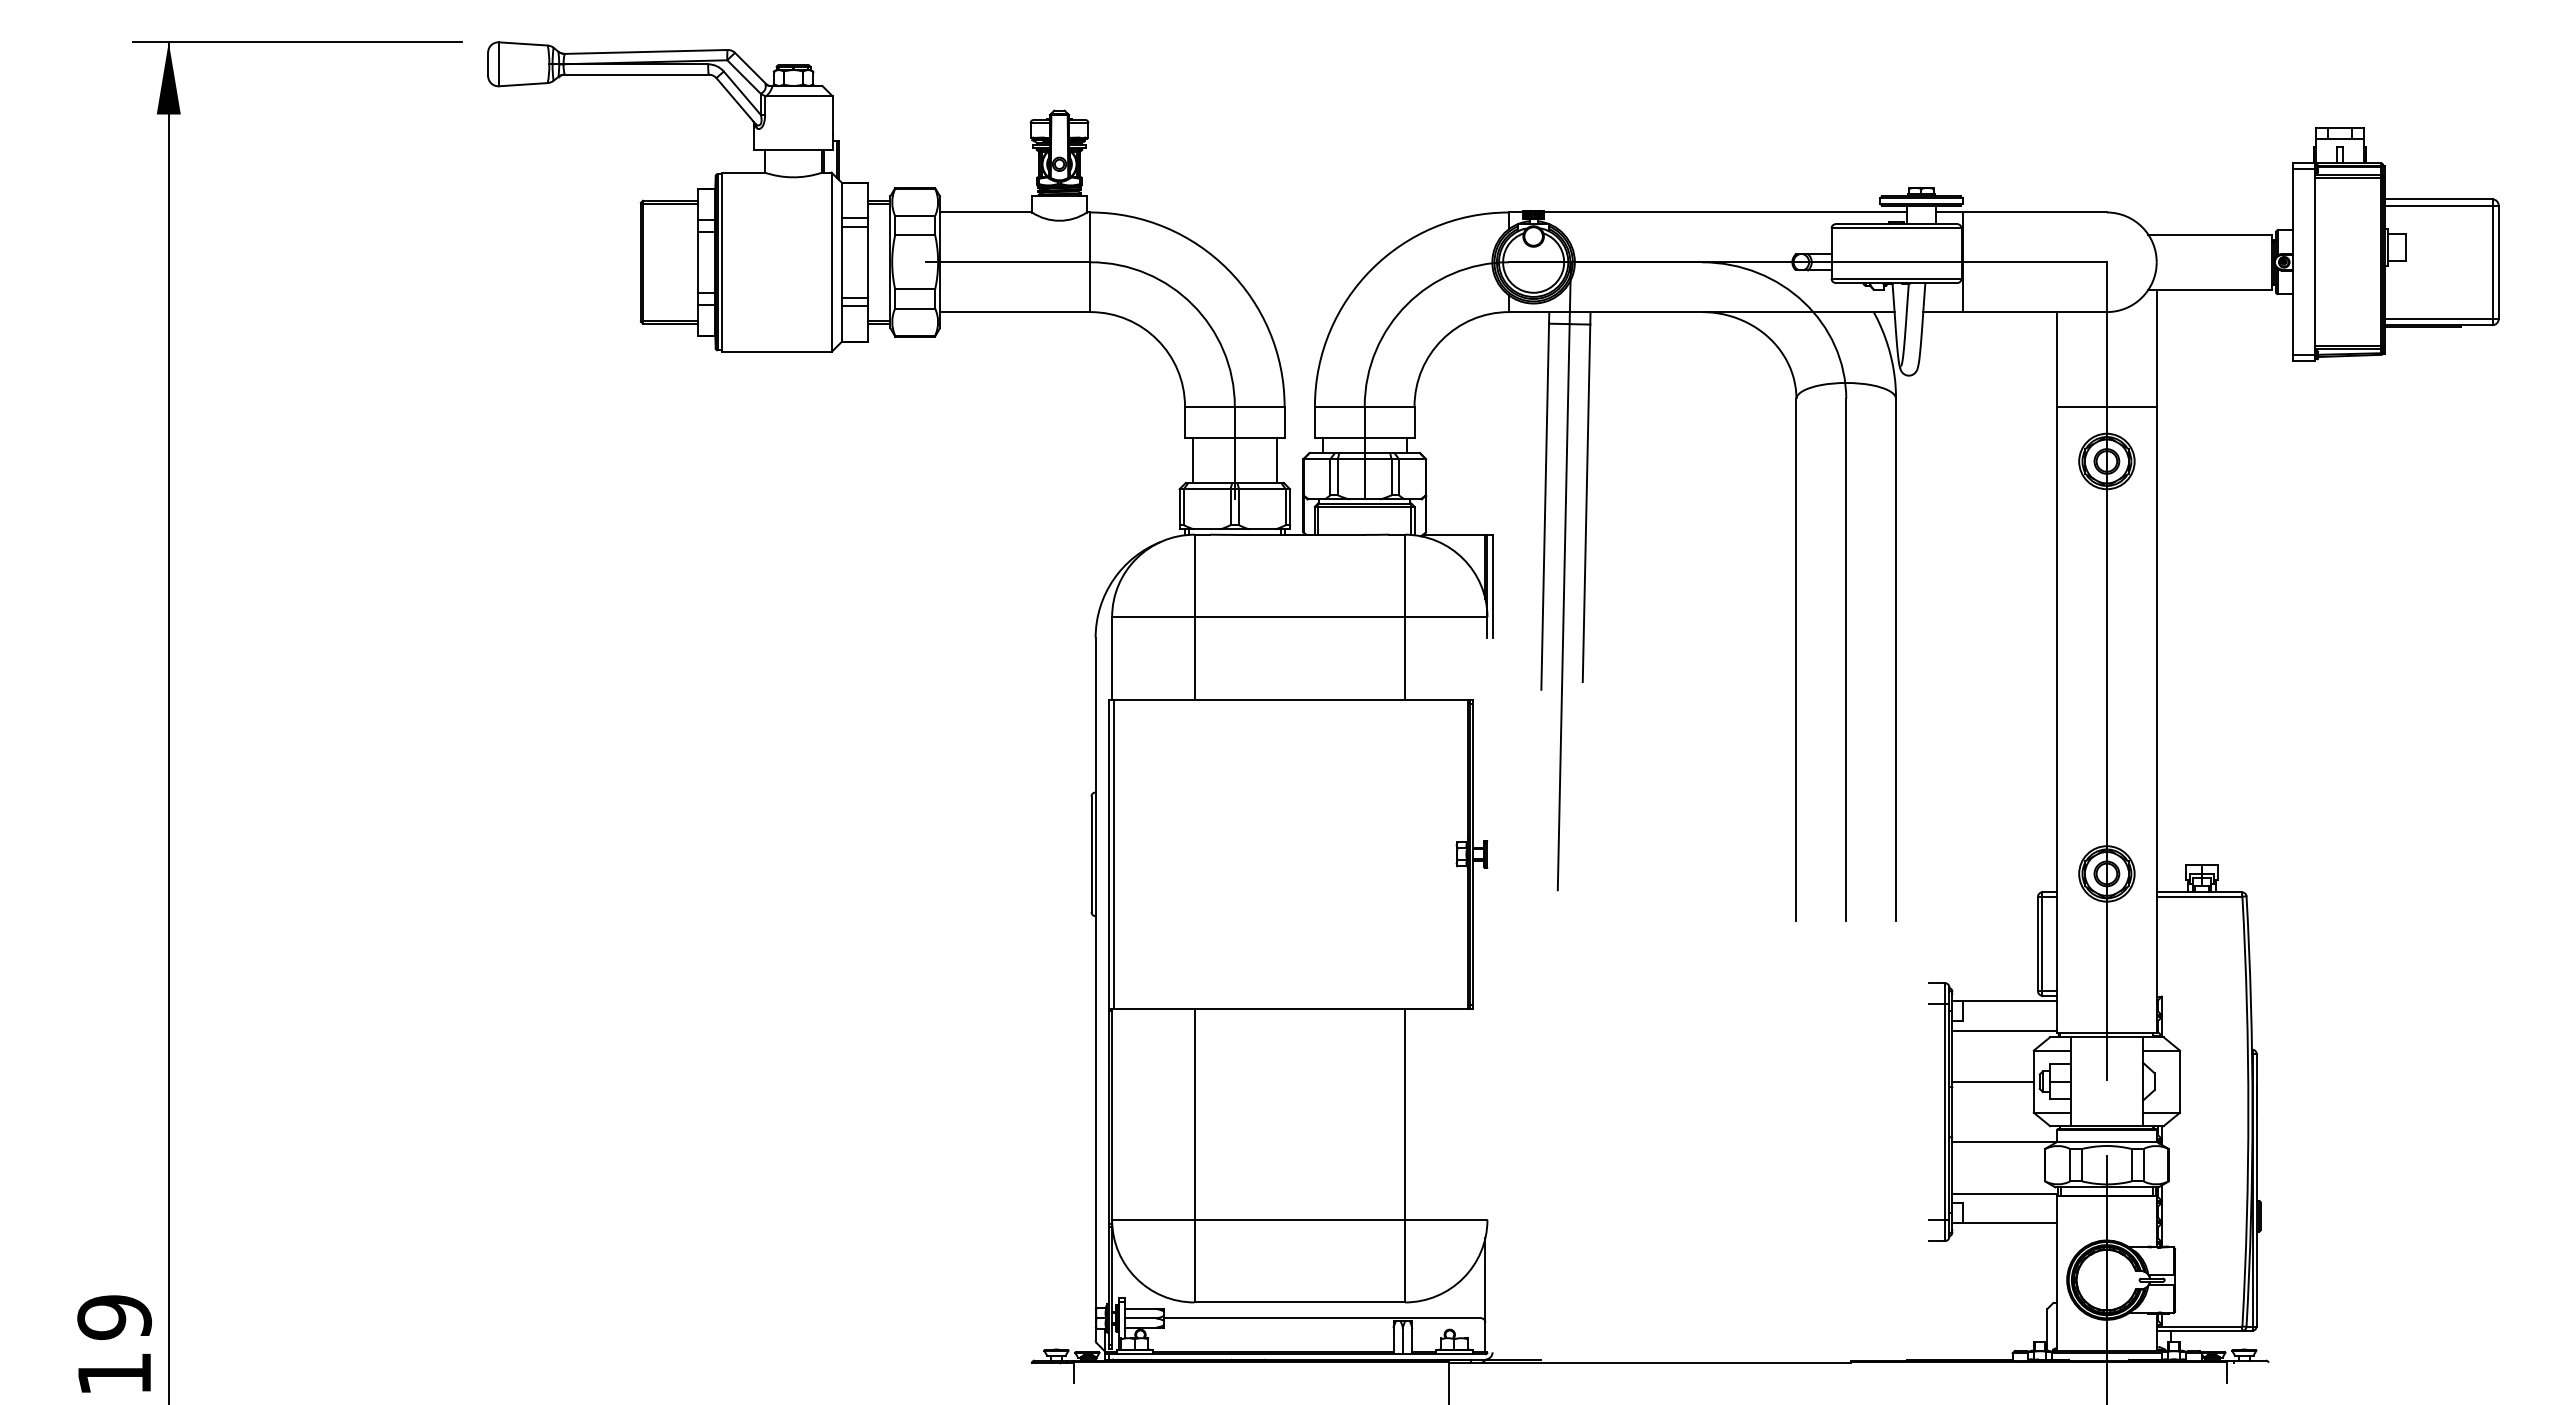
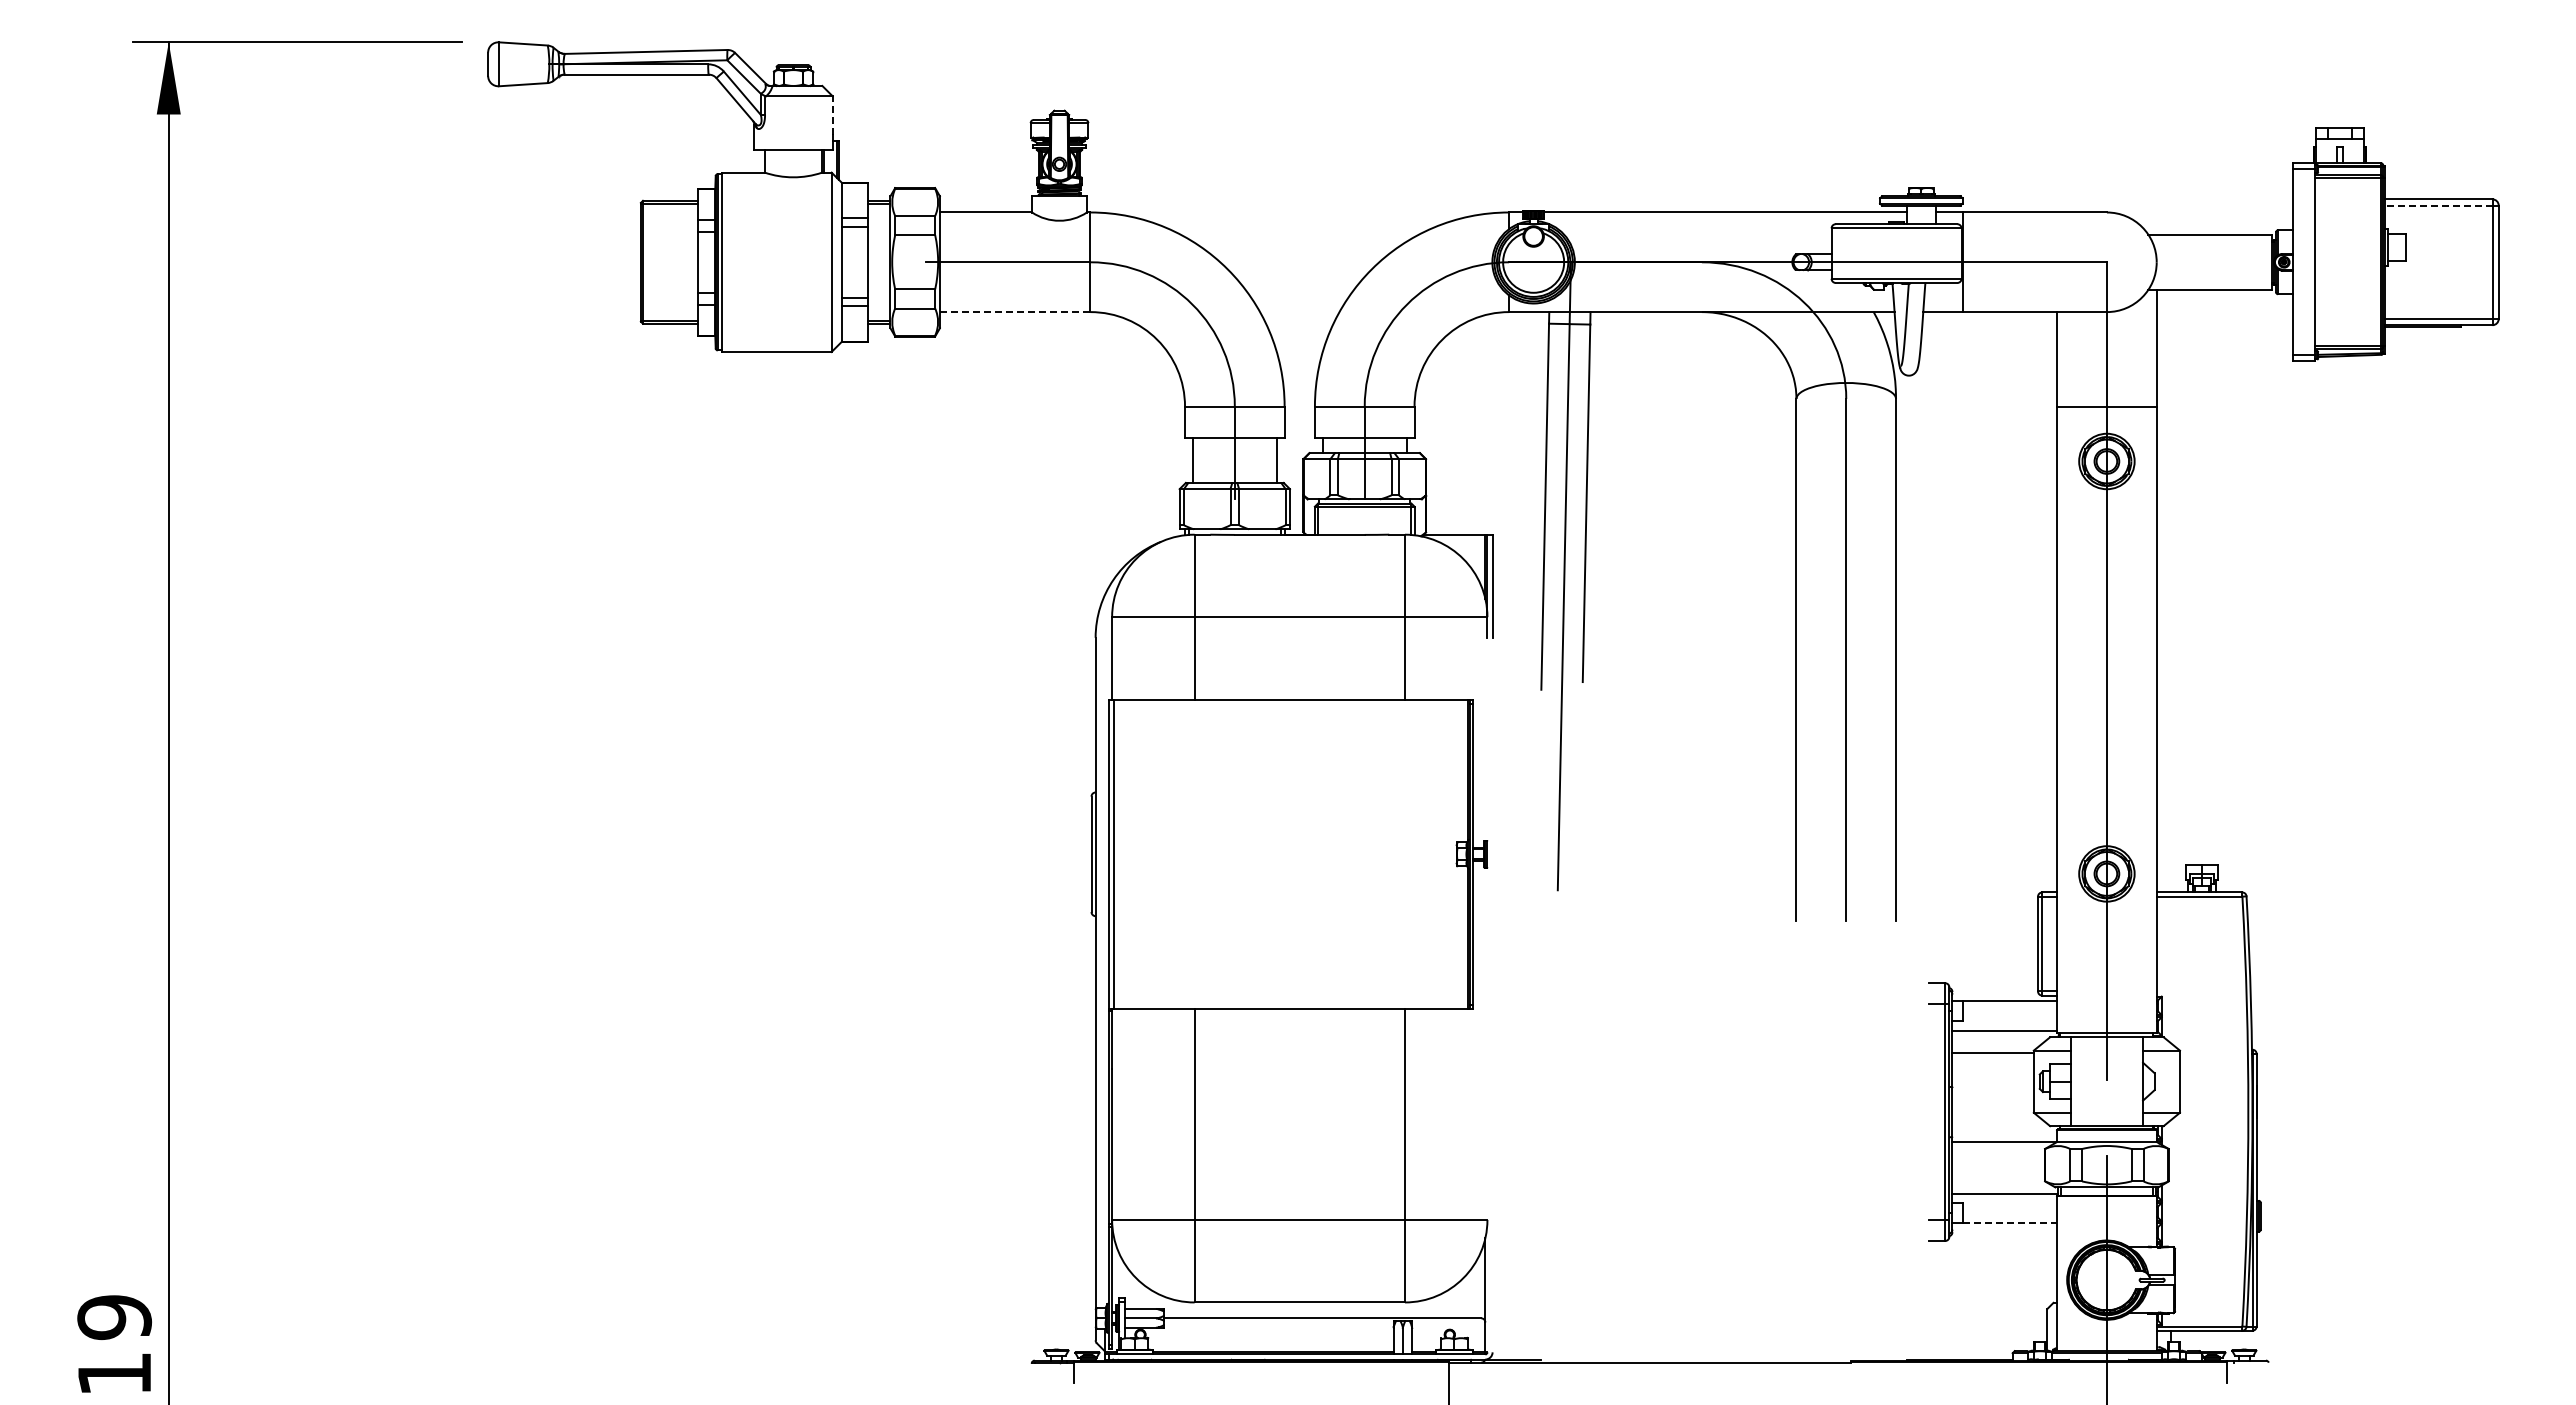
line at (832, 115): solid -> dashed
line at (2438, 205): solid -> dashed
line at (1015, 312): solid -> dashed
line at (1992, 1082) position: (1992, 1082) -> (1992, 1053)
line at (2010, 1223): solid -> dashed
